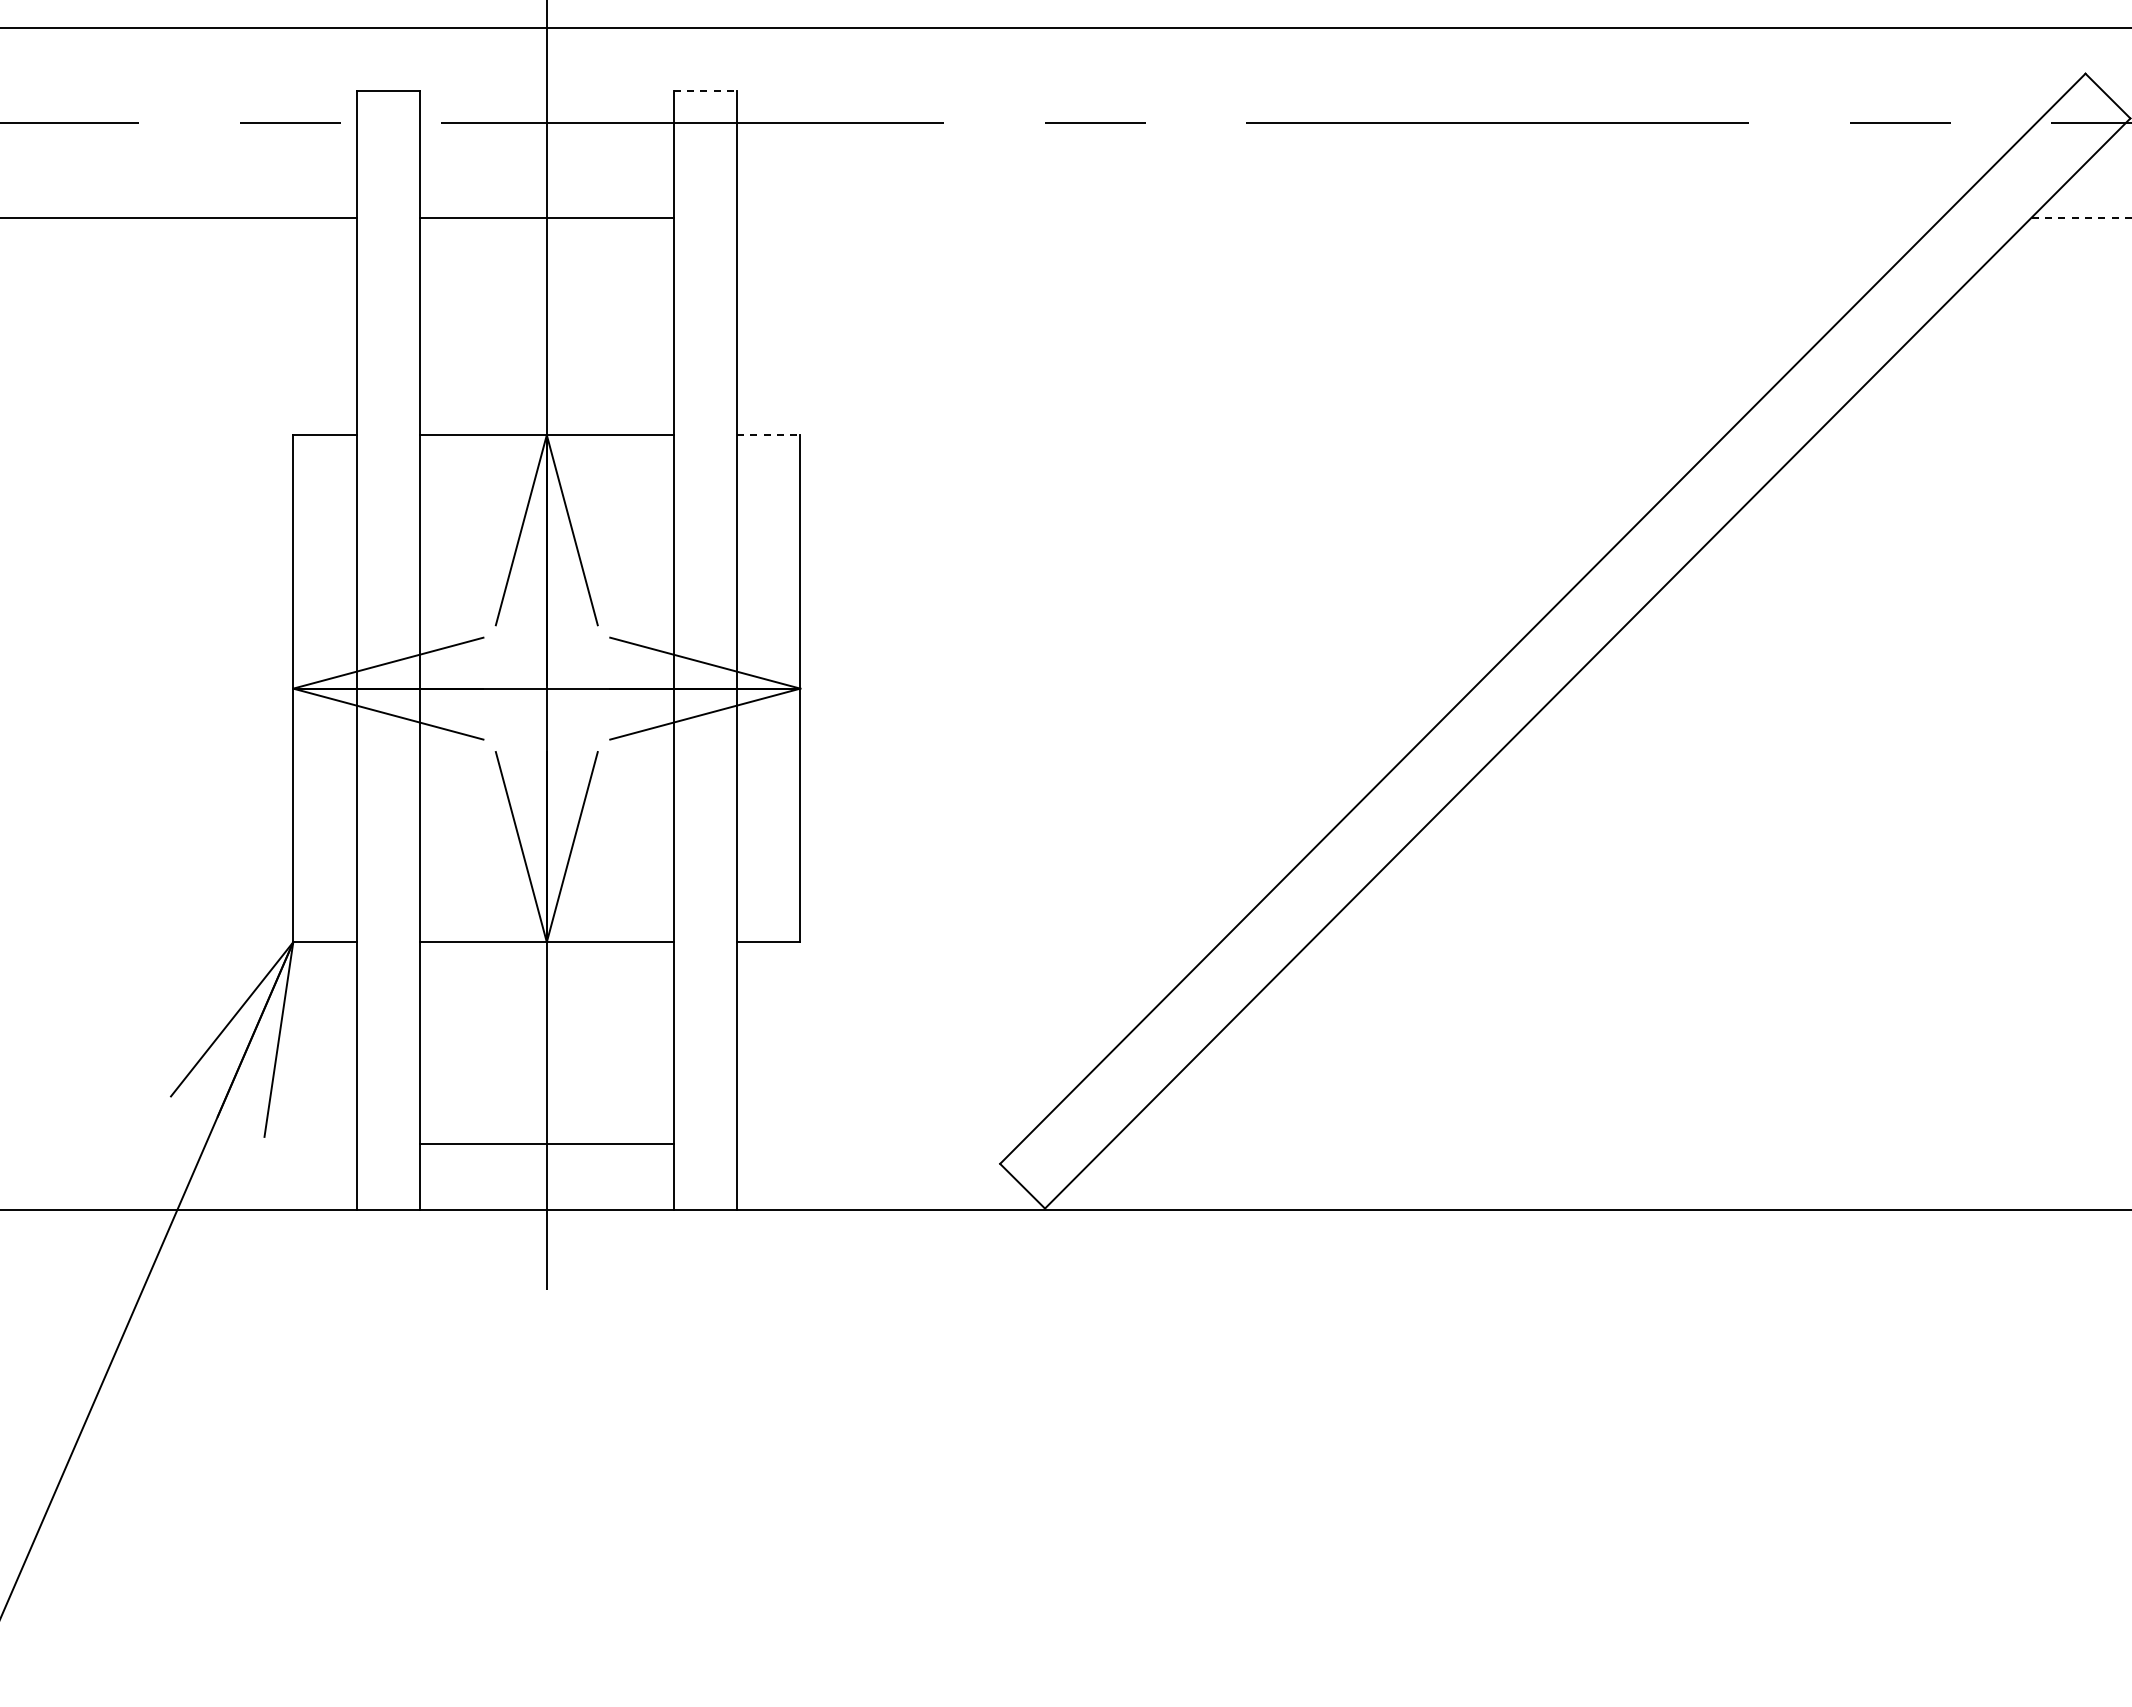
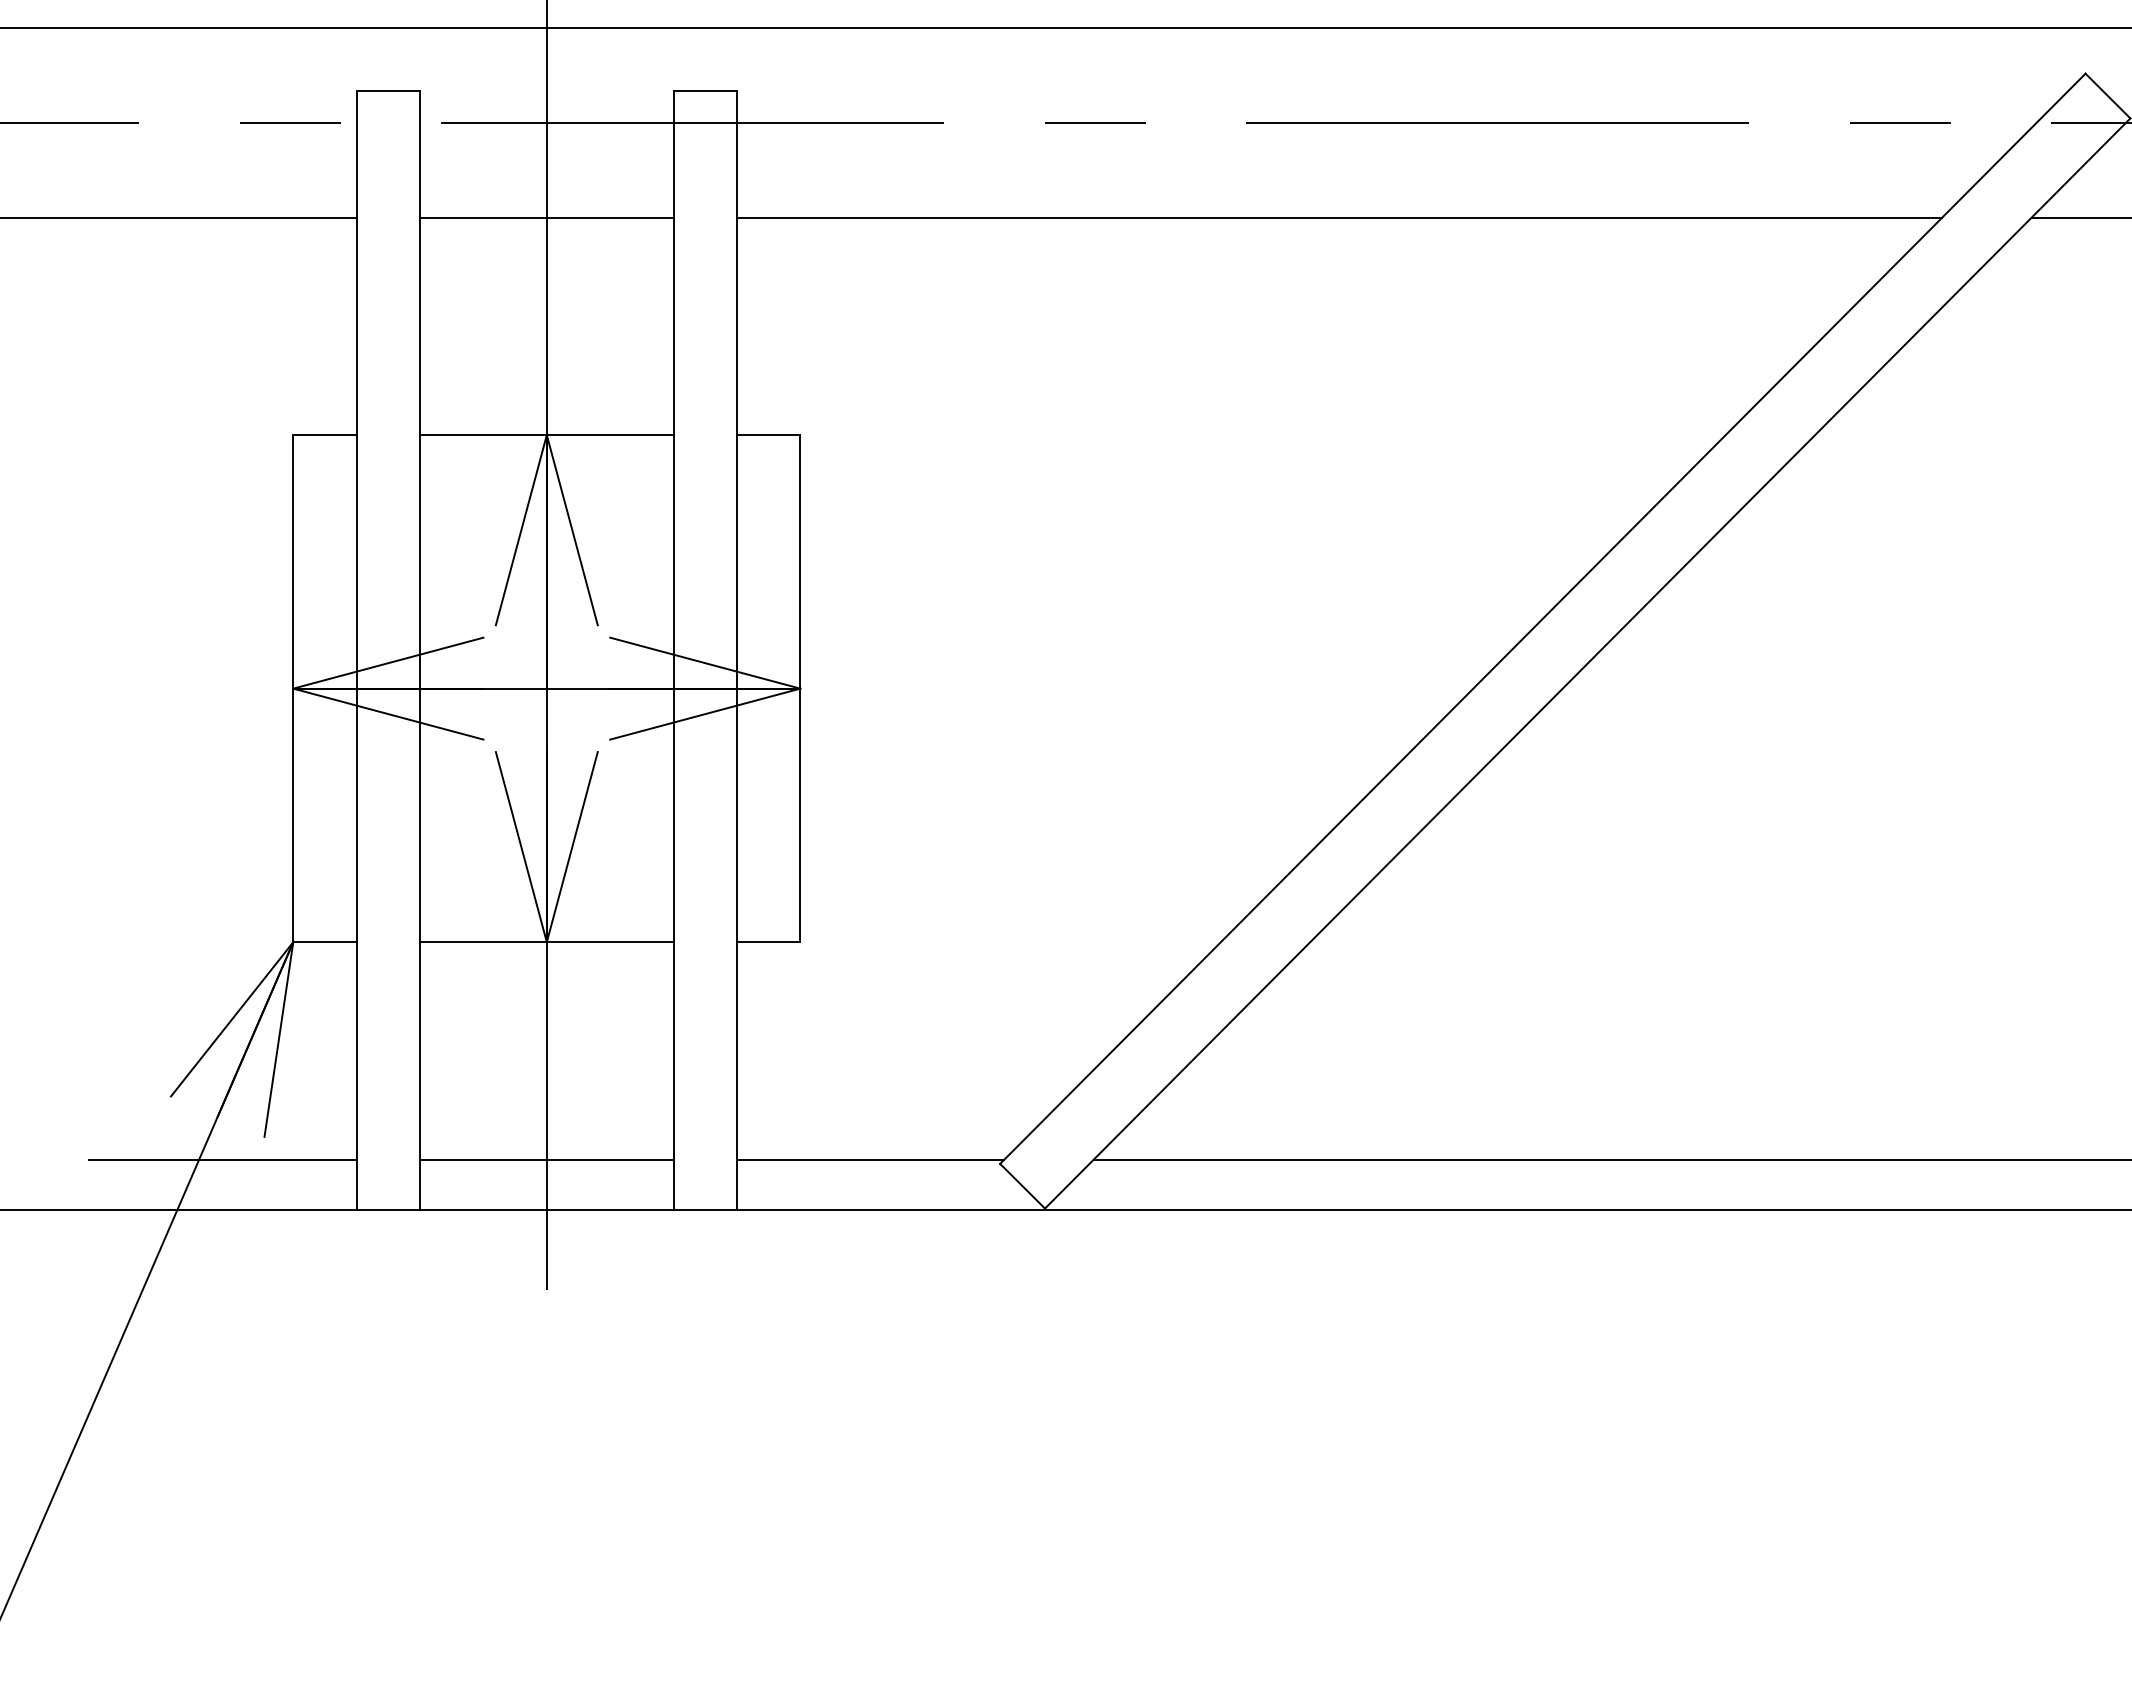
line at (705, 90): dashed -> solid
line at (1339, 217): none -> present
line at (2081, 217): dashed -> solid
line at (768, 435): dashed -> solid
line at (546, 1143) position: (546, 1143) -> (546, 1159)
line at (222, 1159): none -> present
line at (870, 1159): none -> present
line at (1610, 1159): none -> present
